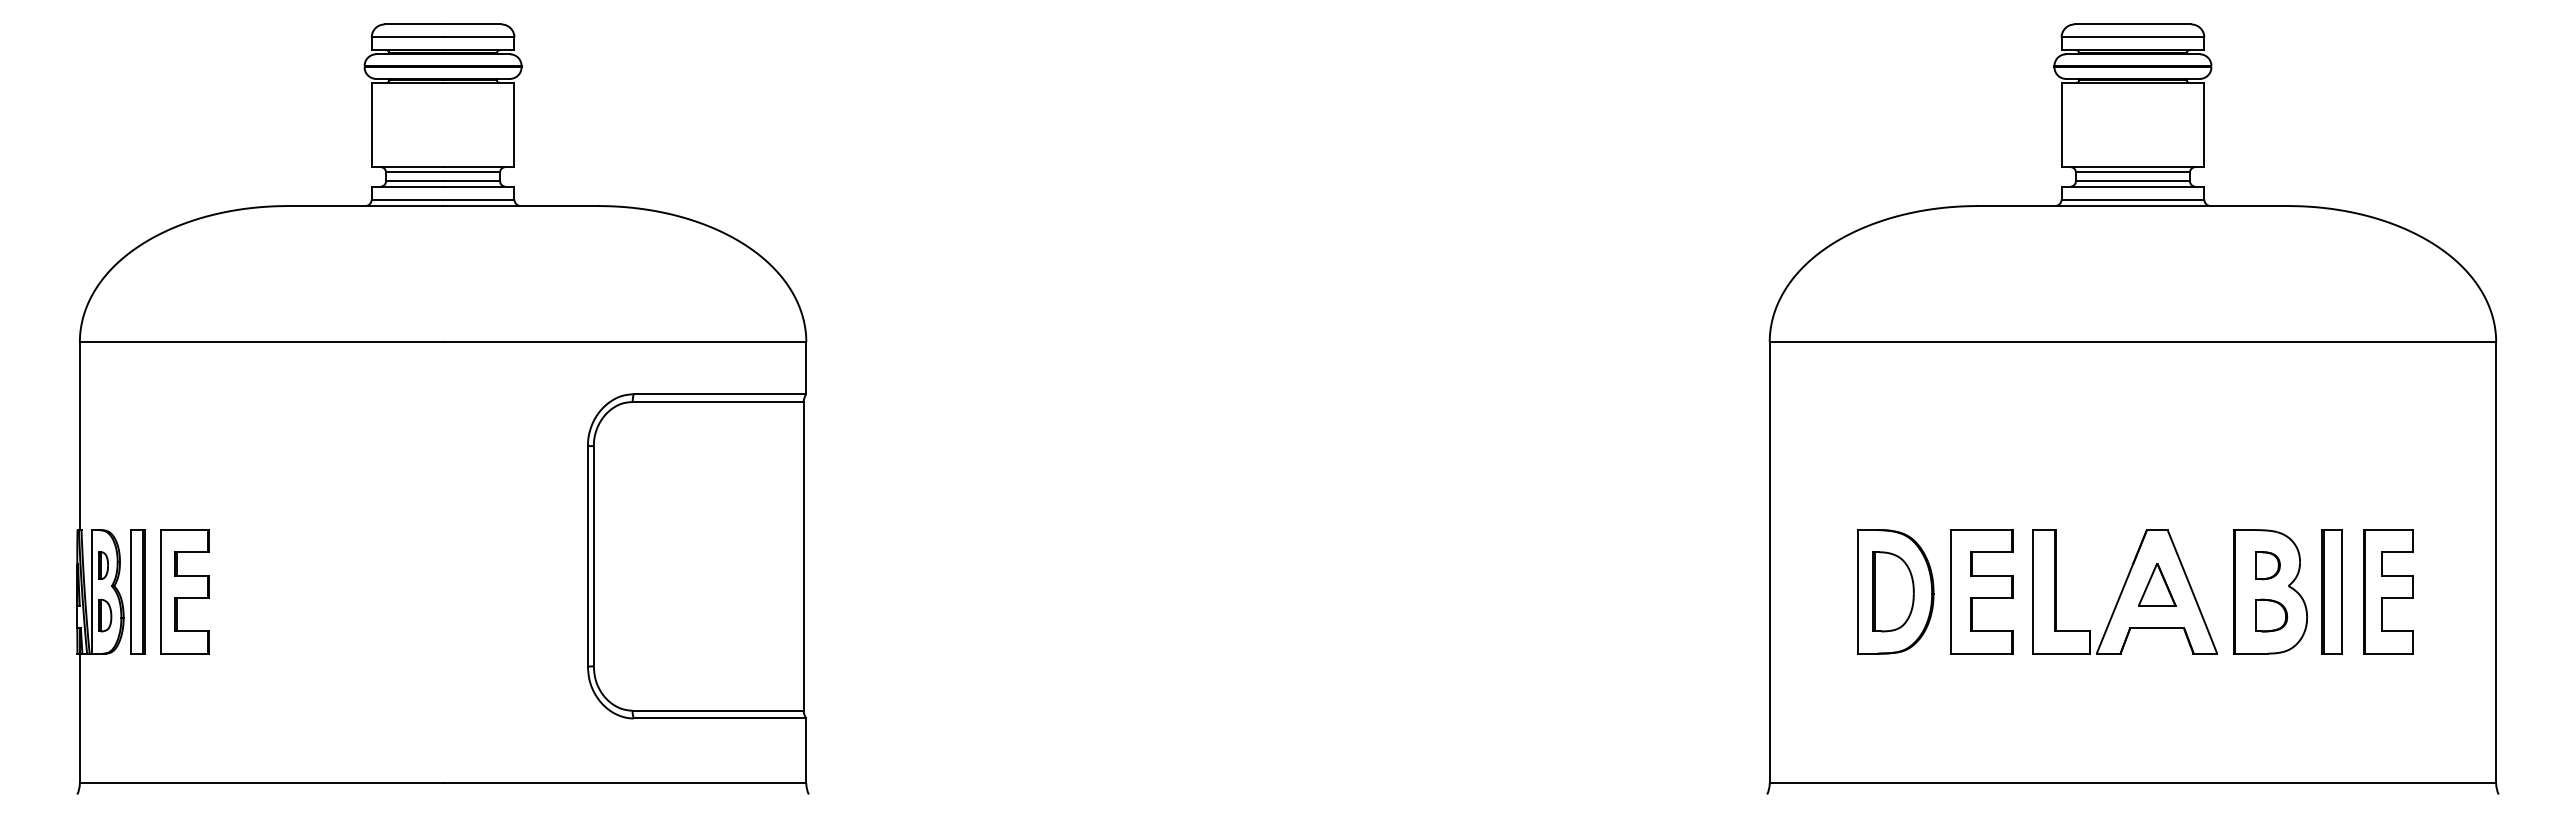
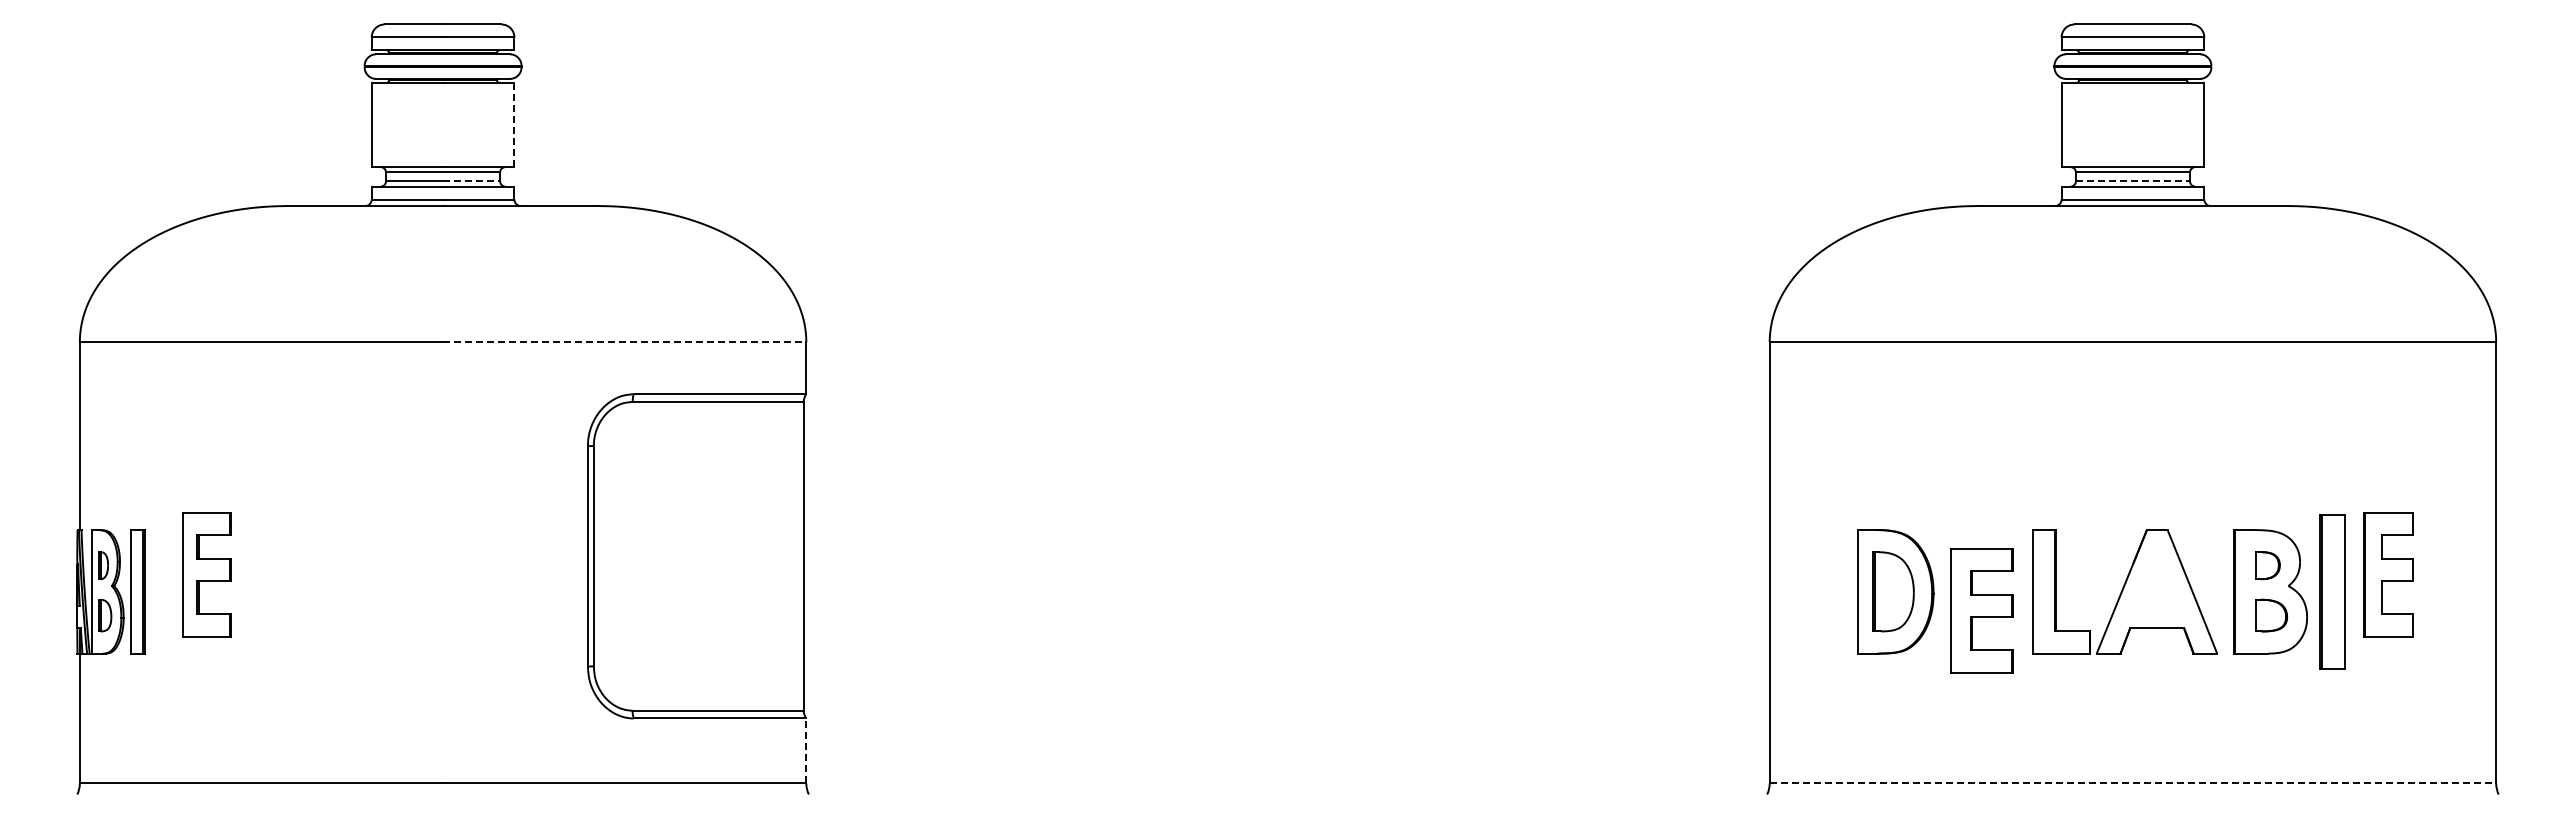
line at (514, 124): solid -> dashed
line at (471, 181): solid -> dashed
line at (2133, 181): solid -> dashed
line at (624, 342): solid -> dashed
part at (2157, 584): present -> none
part at (184, 591) position: (184, 591) -> (206, 574)
part at (1981, 591) position: (1981, 591) -> (1981, 610)
part at (2331, 591) size: 22x126 px -> 27x156 px
part at (2388, 591) position: (2388, 591) -> (2388, 574)
line at (806, 750): solid -> dashed
line at (2133, 783): solid -> dashed
